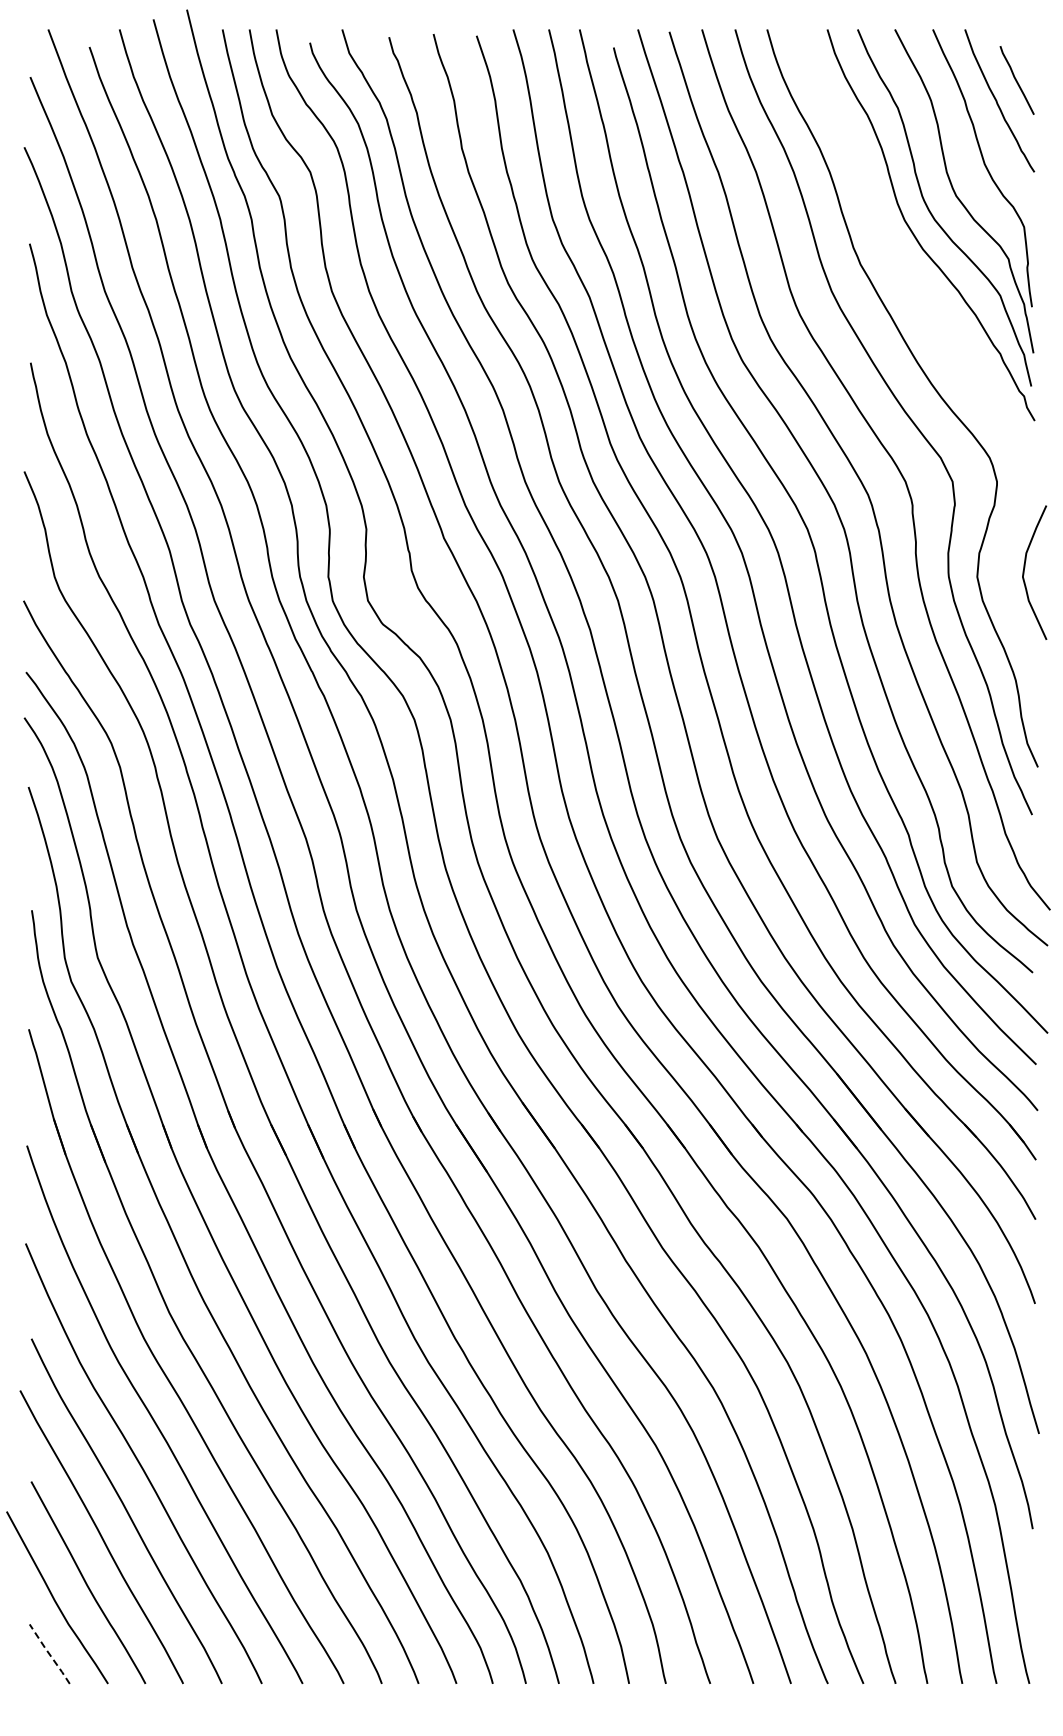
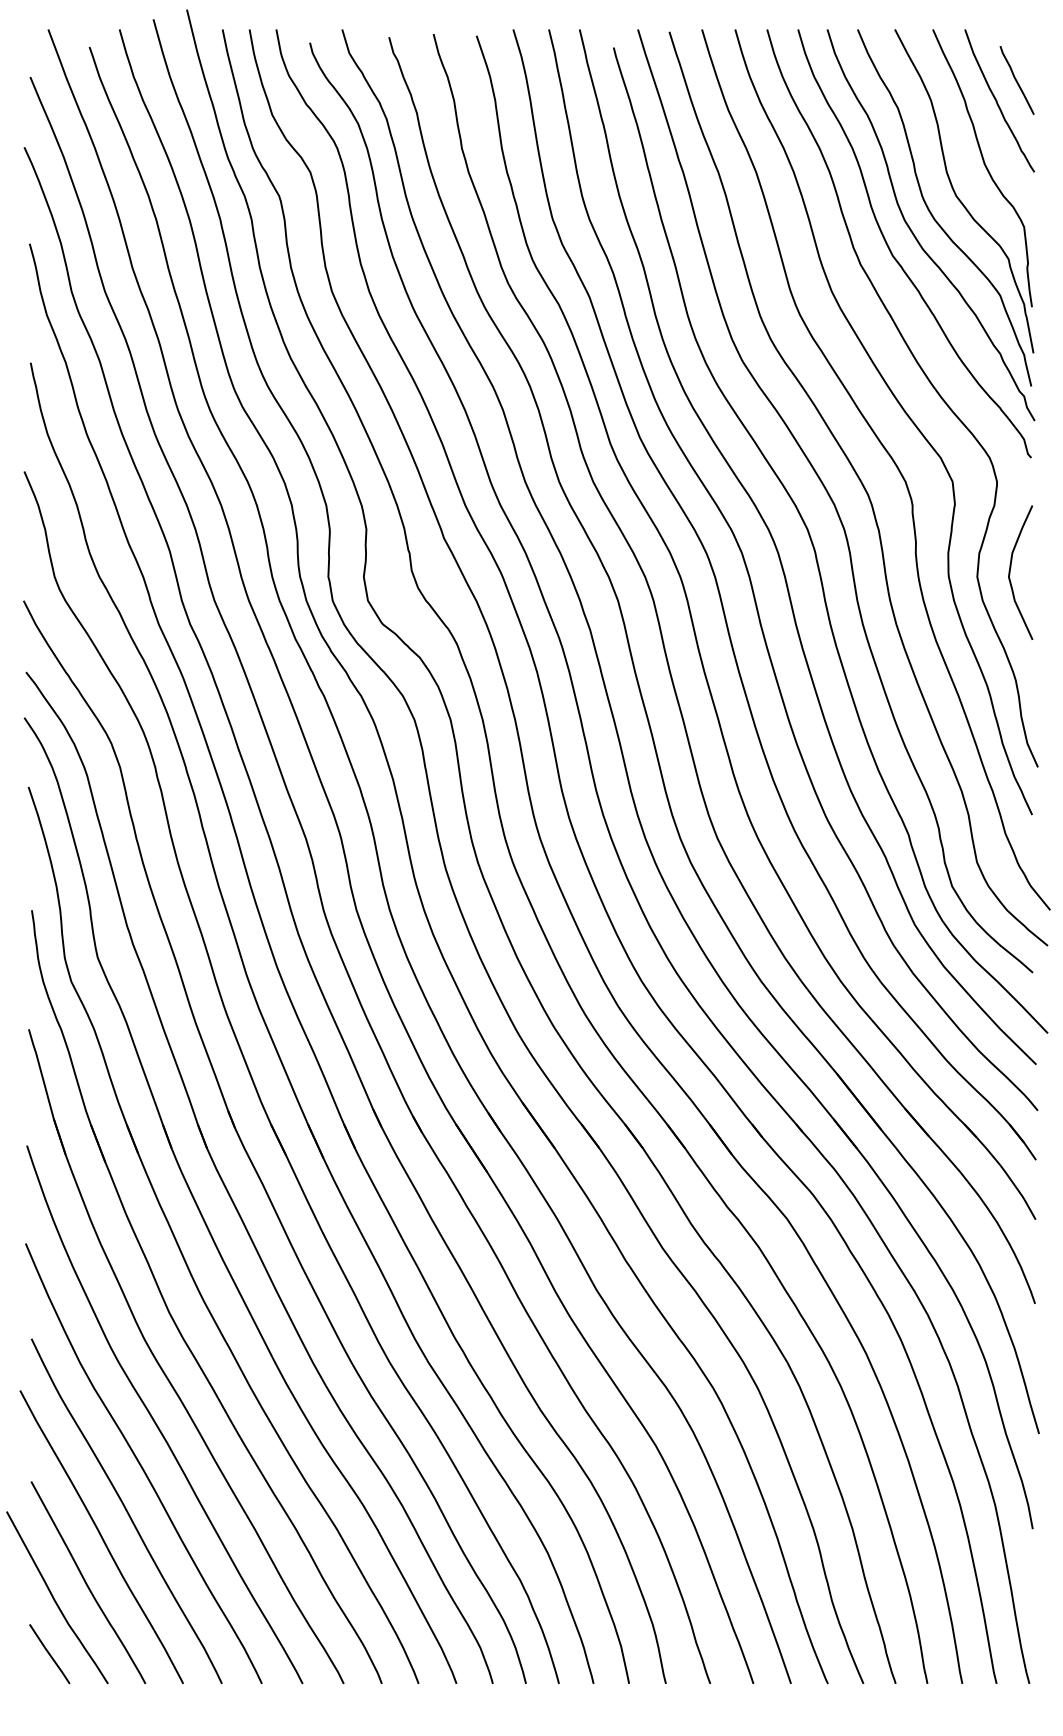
curve at (895, 257): none -> present
curve at (1024, 572) position: (1024, 572) -> (1010, 572)
line at (49, 1654): dashed -> solid
